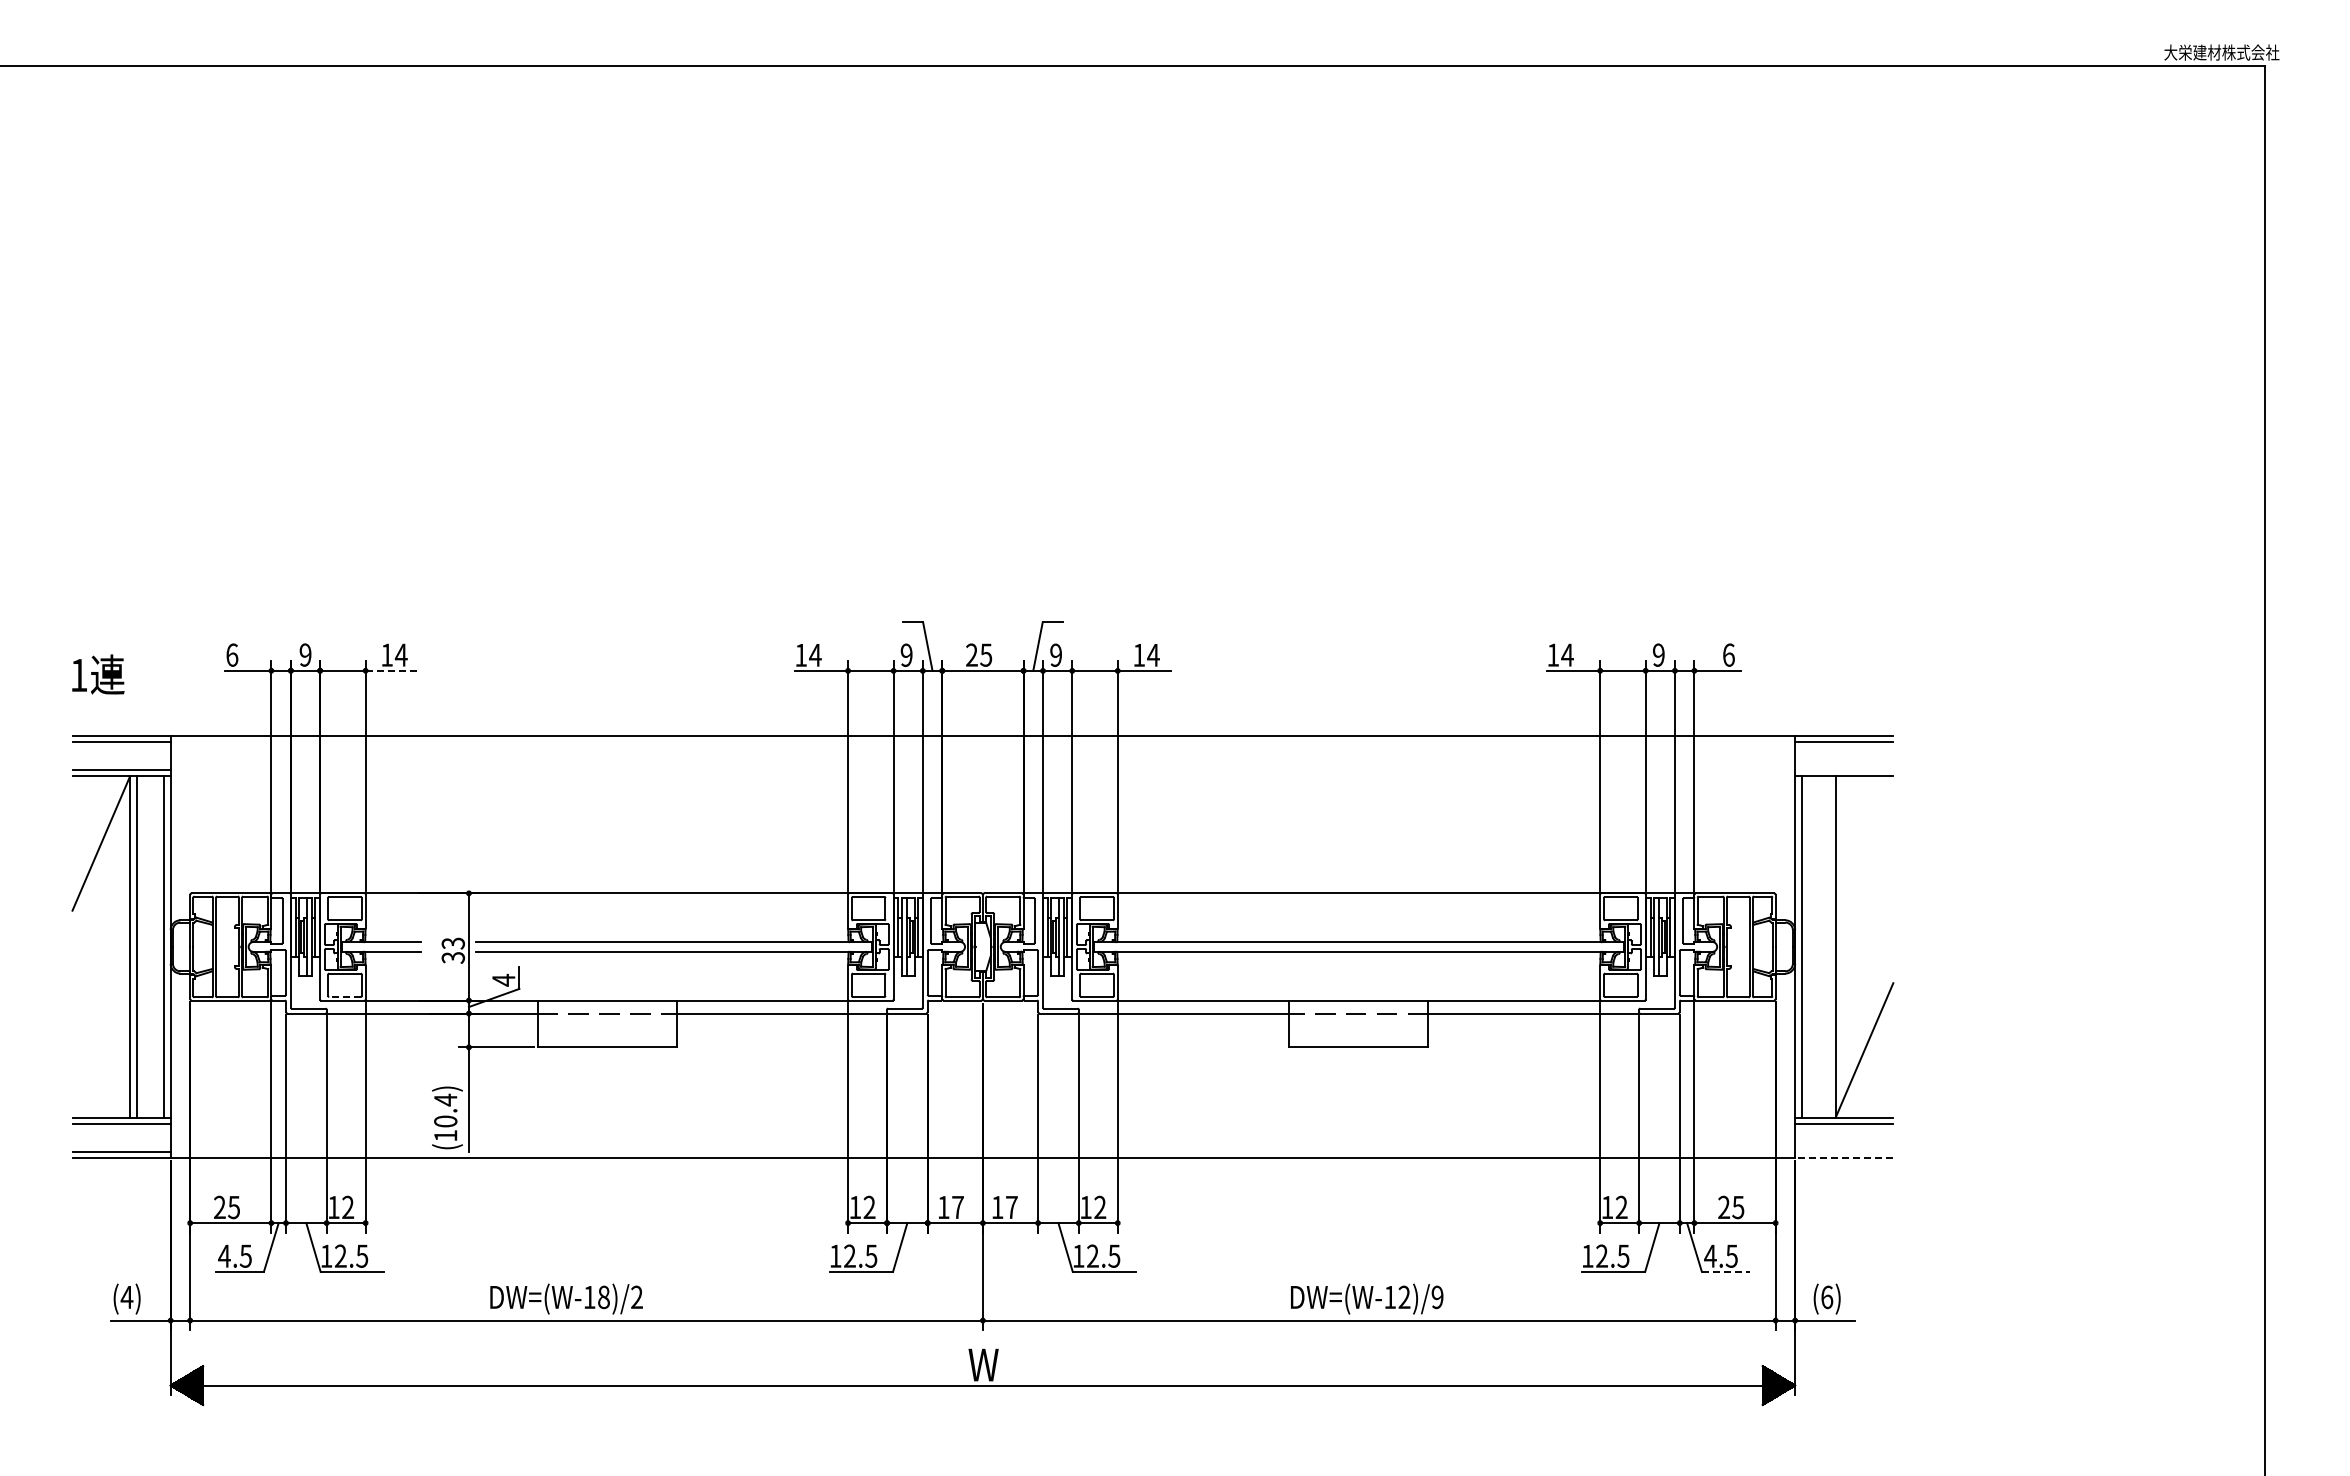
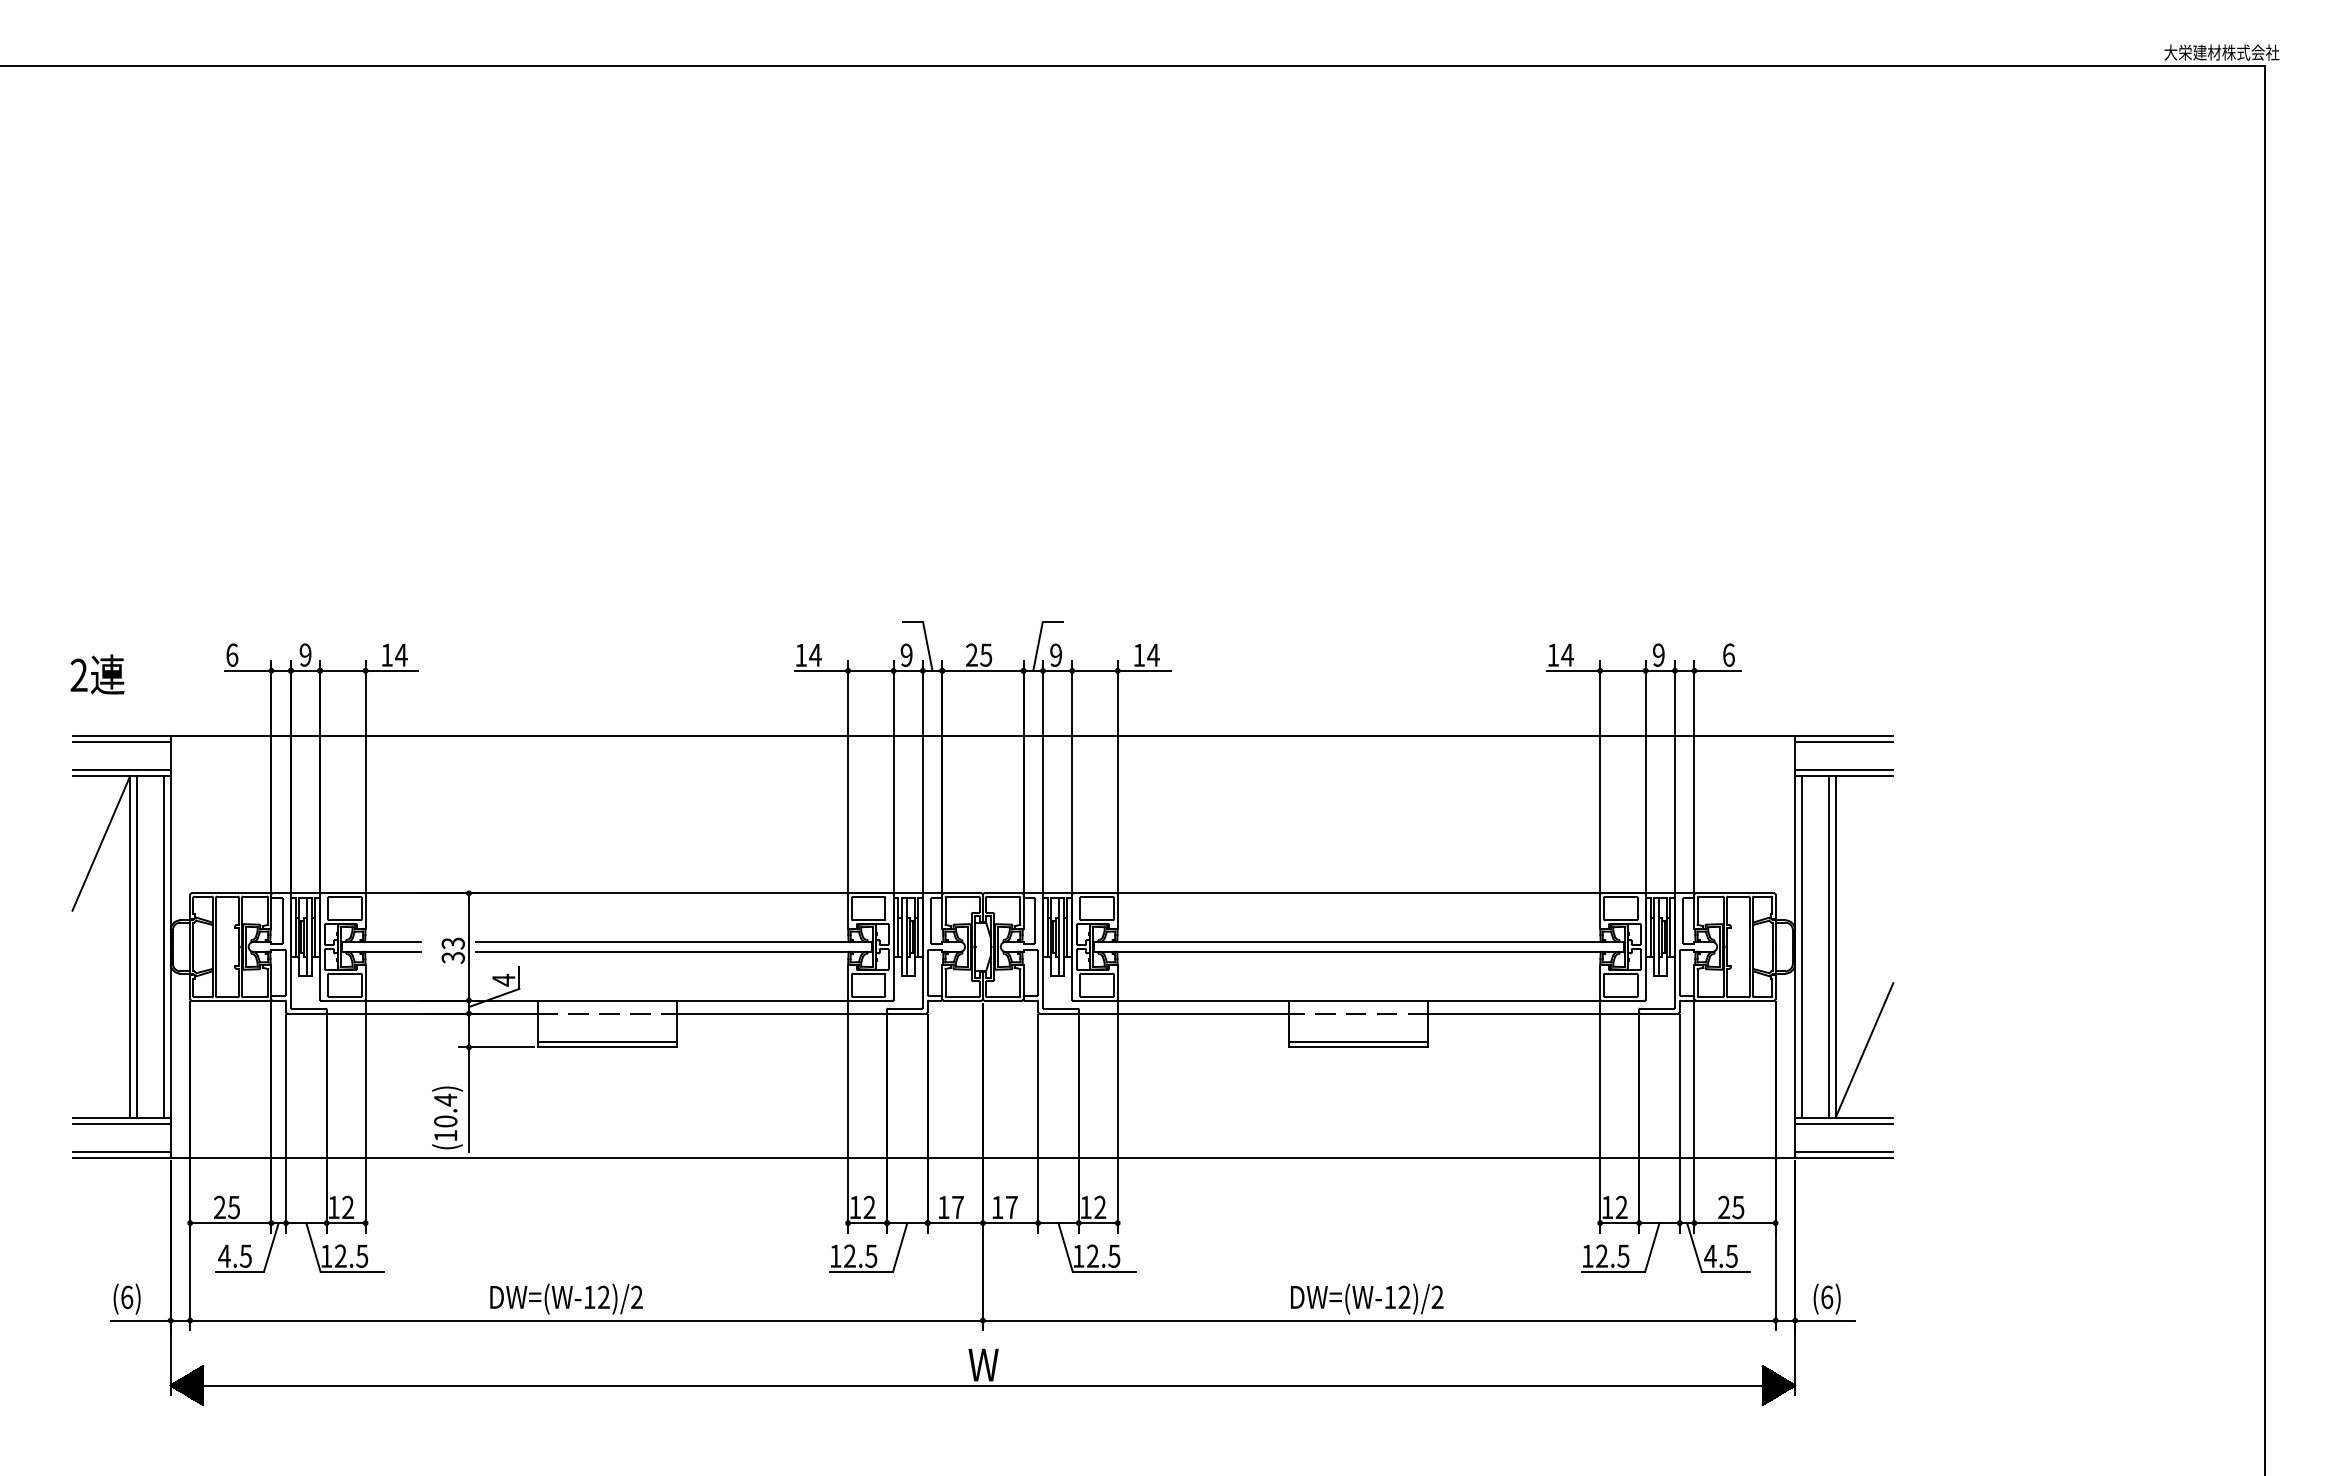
line at (392, 670): dashed -> solid
text at (78, 674): 1 -> 2
line at (1844, 769): none -> present
line at (1829, 946): none -> present
line at (344, 996): dashed -> solid
line at (607, 1042): none -> present
line at (1358, 1042): none -> present
line at (1844, 1151): none -> present
line at (1843, 1158): dashed -> solid
line at (1725, 1271): dashed -> solid
text at (126, 1297): (4) -> (6)
text at (603, 1297): DW=(W-18)/2 -> DW=(W-12)/2
text at (1437, 1297): DW=(W-12)/9 -> DW=(W-12)/2
